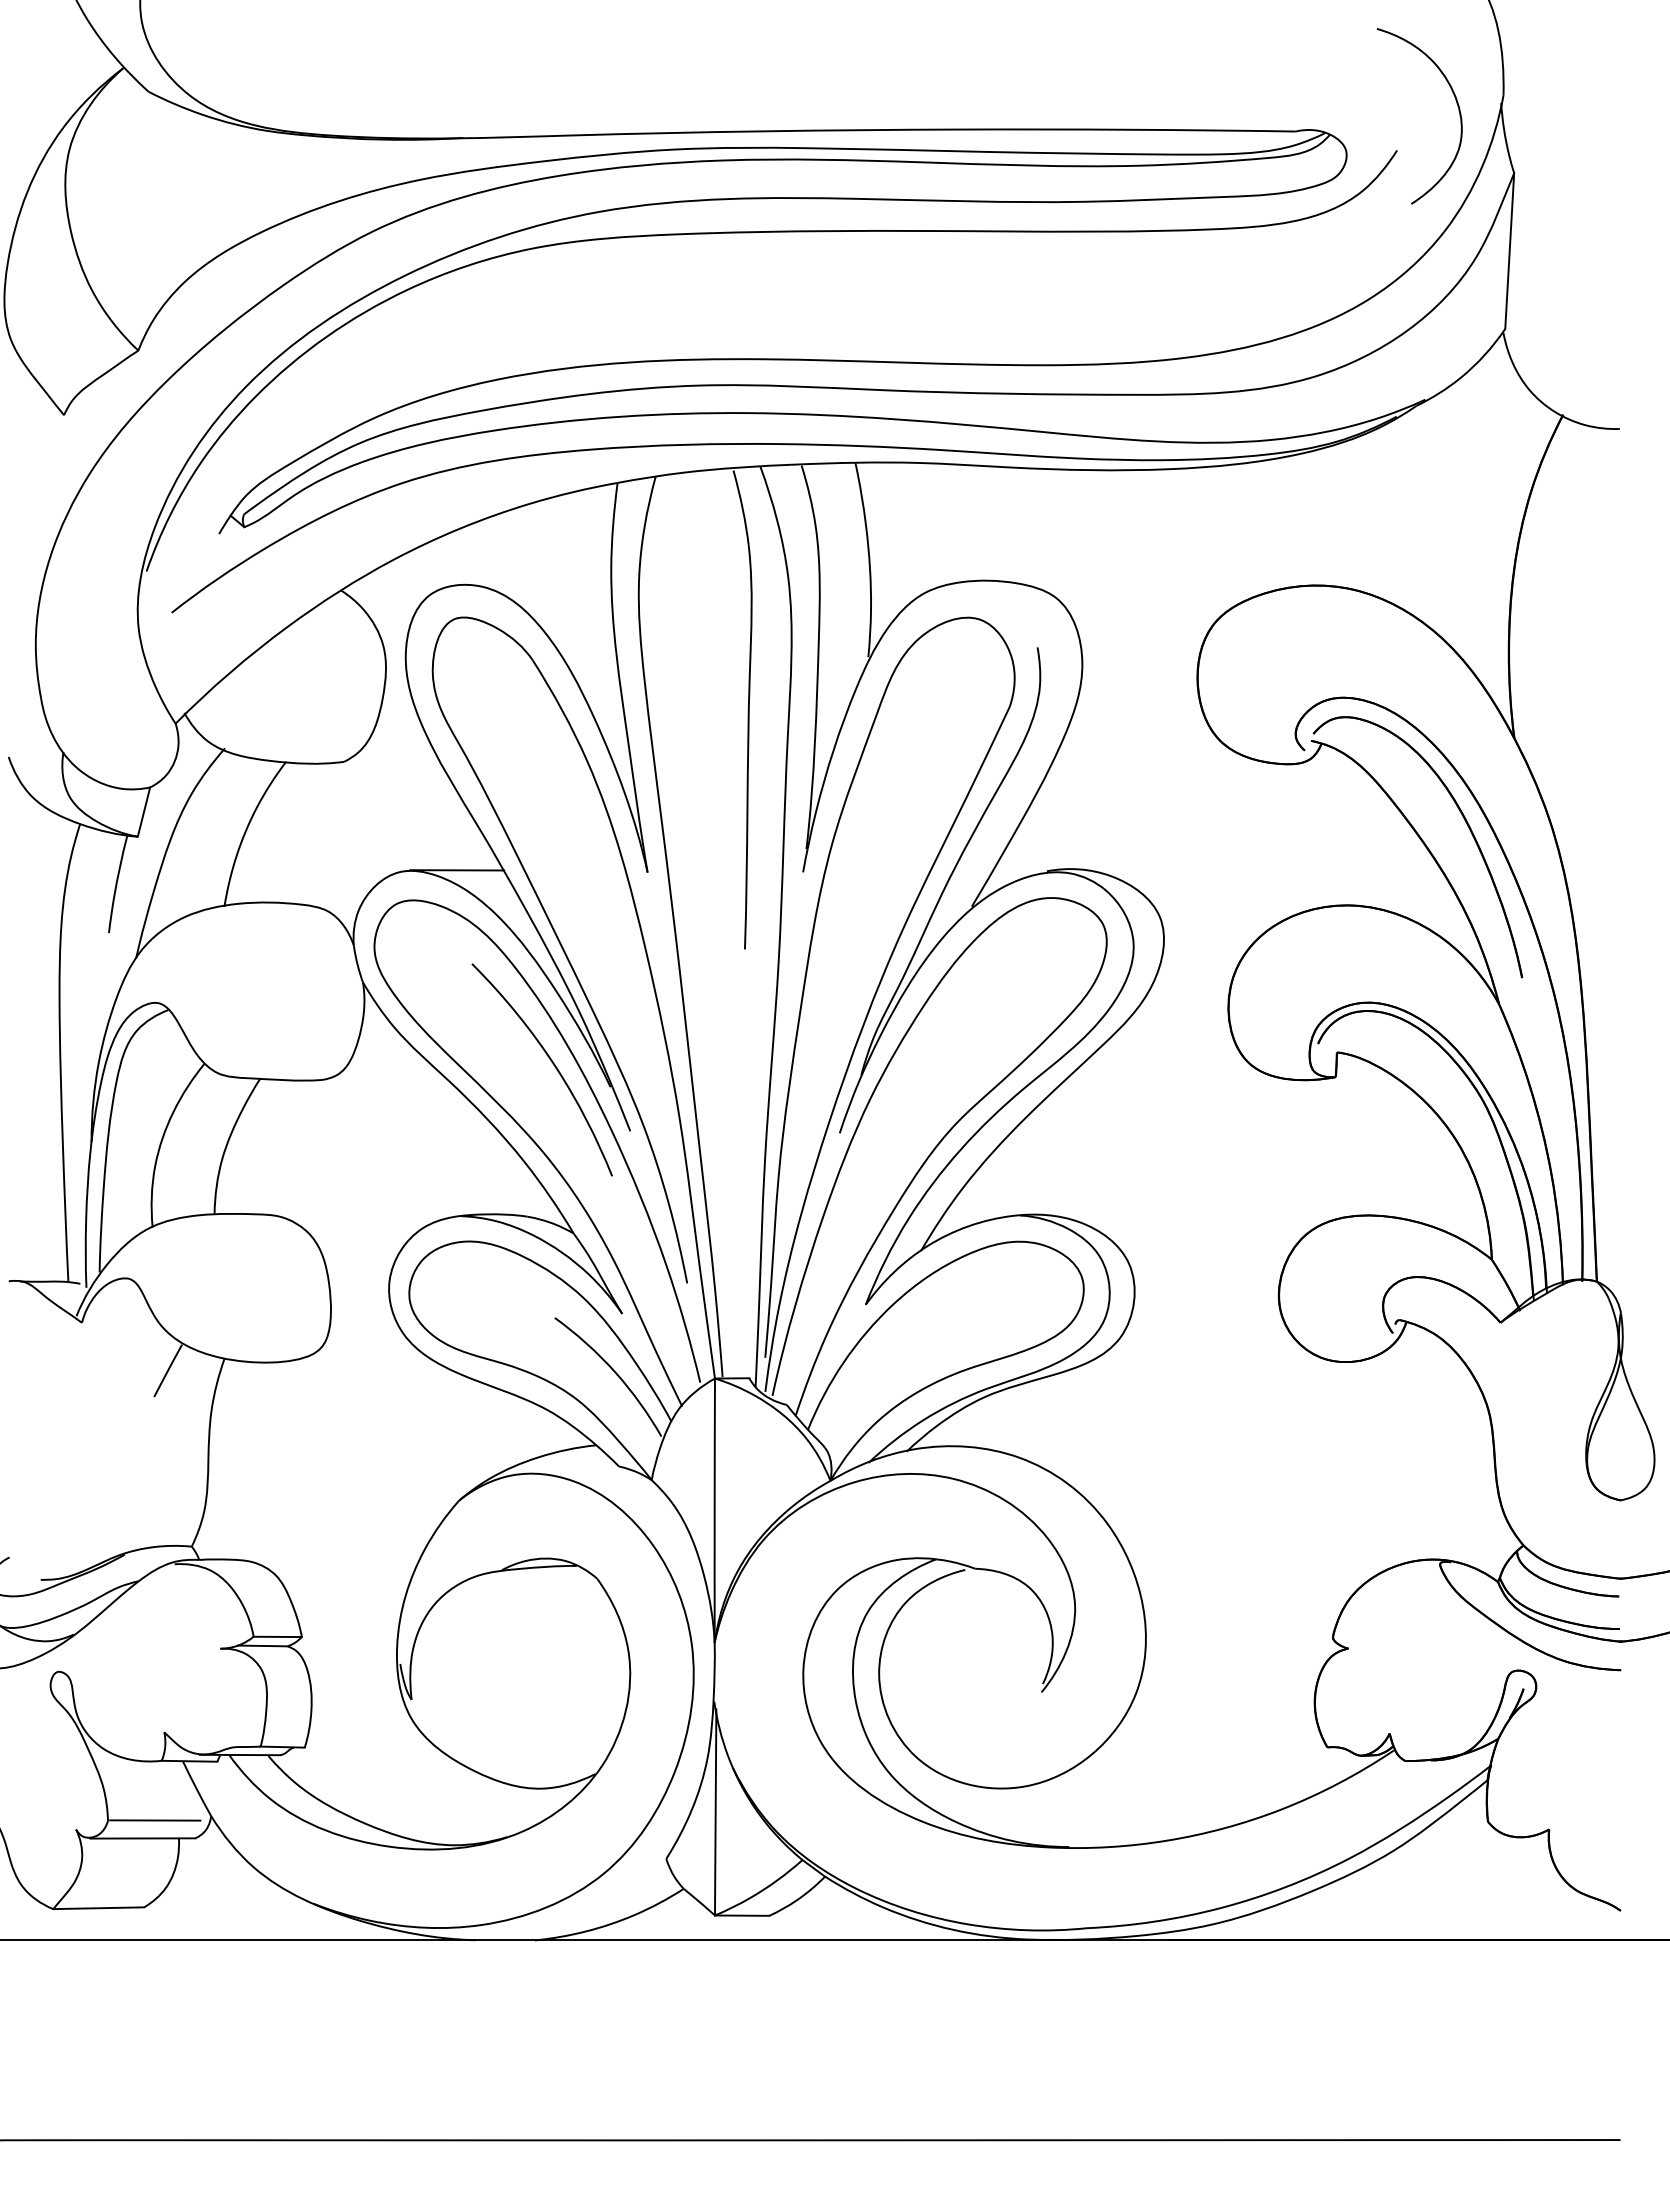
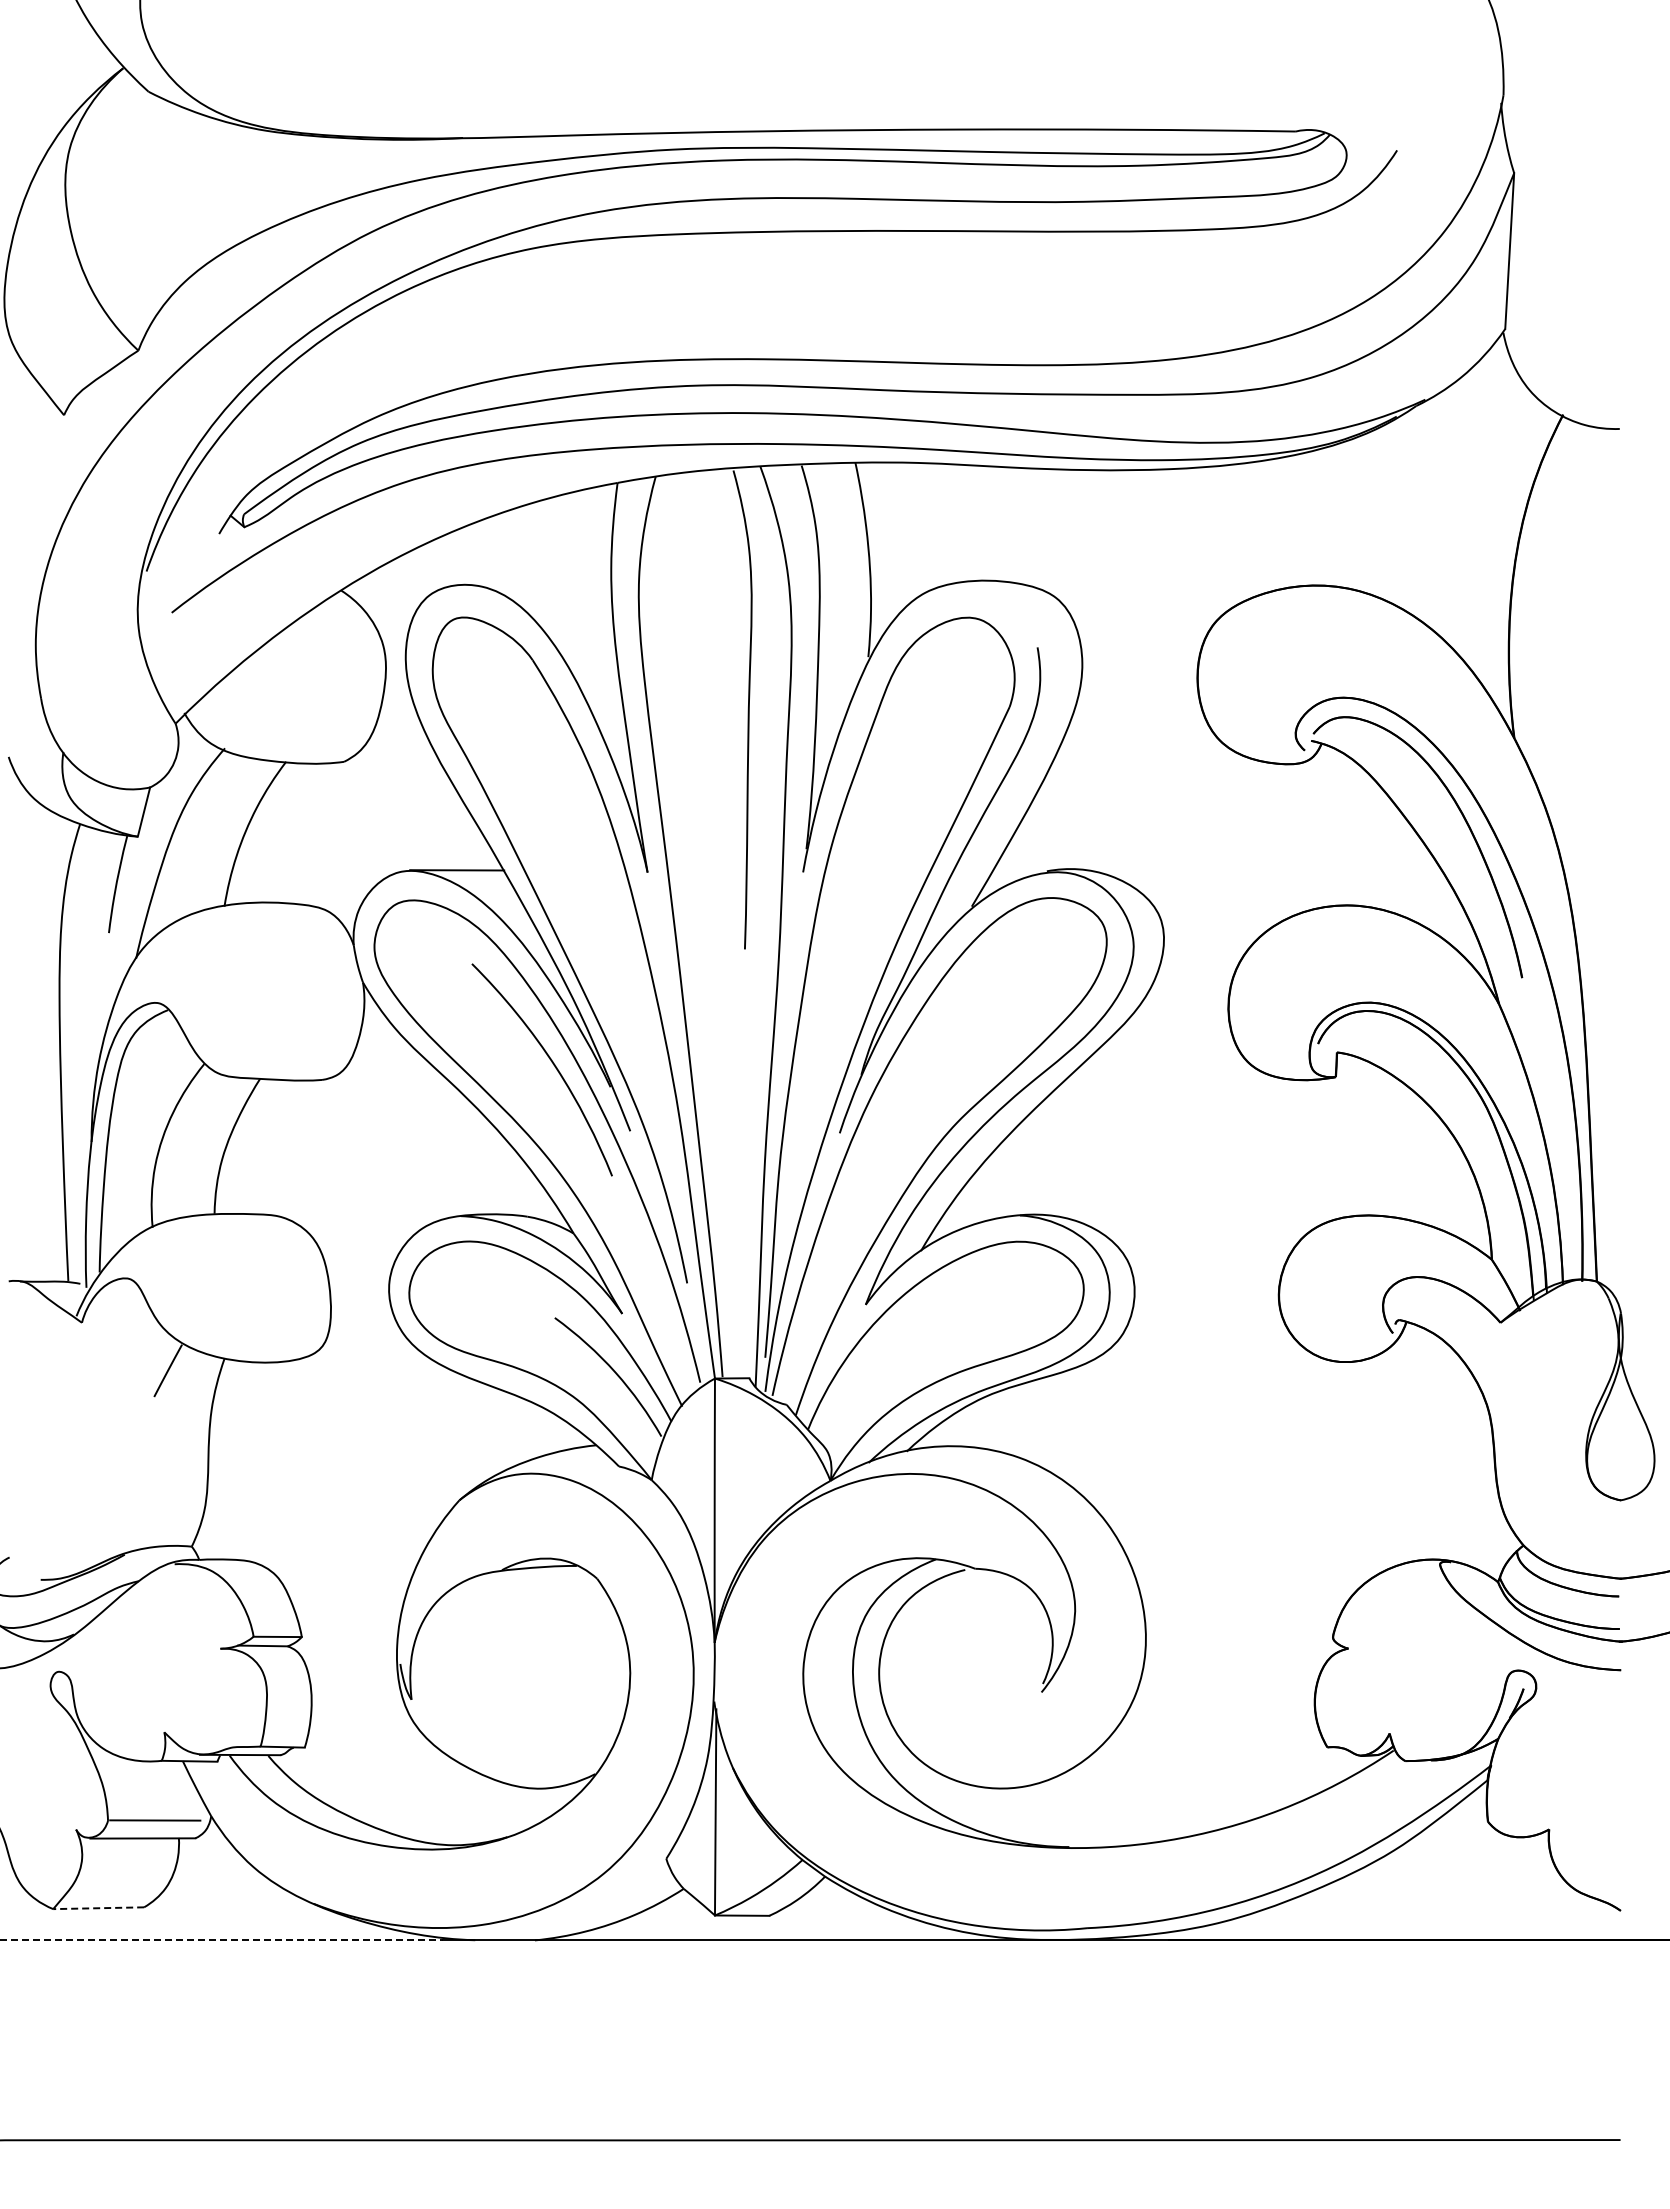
curve at (1456, 103): present -> none
line at (98, 1908): solid -> dashed
line at (222, 1939): solid -> dashed
